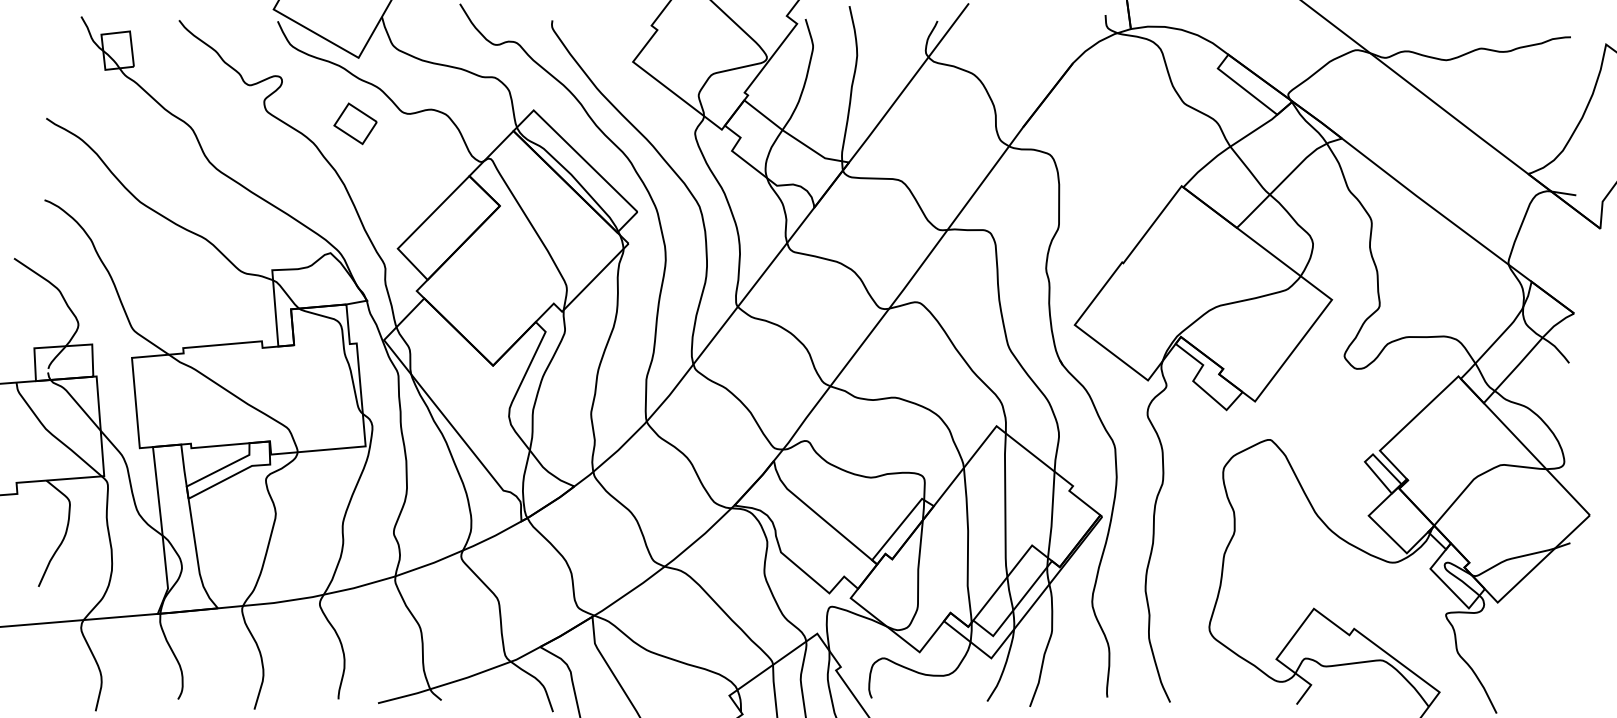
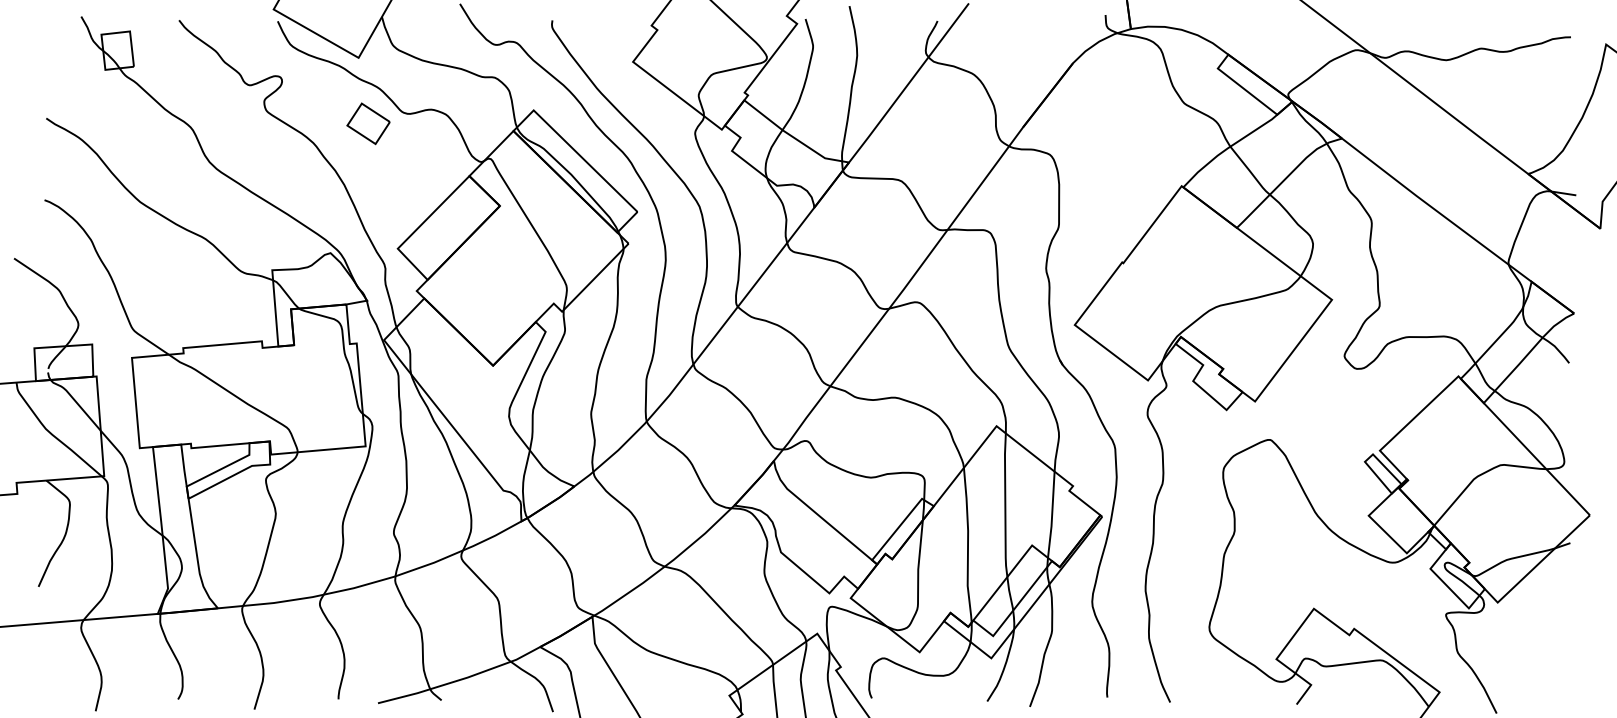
part at (355, 123) position: (355, 123) -> (368, 123)
